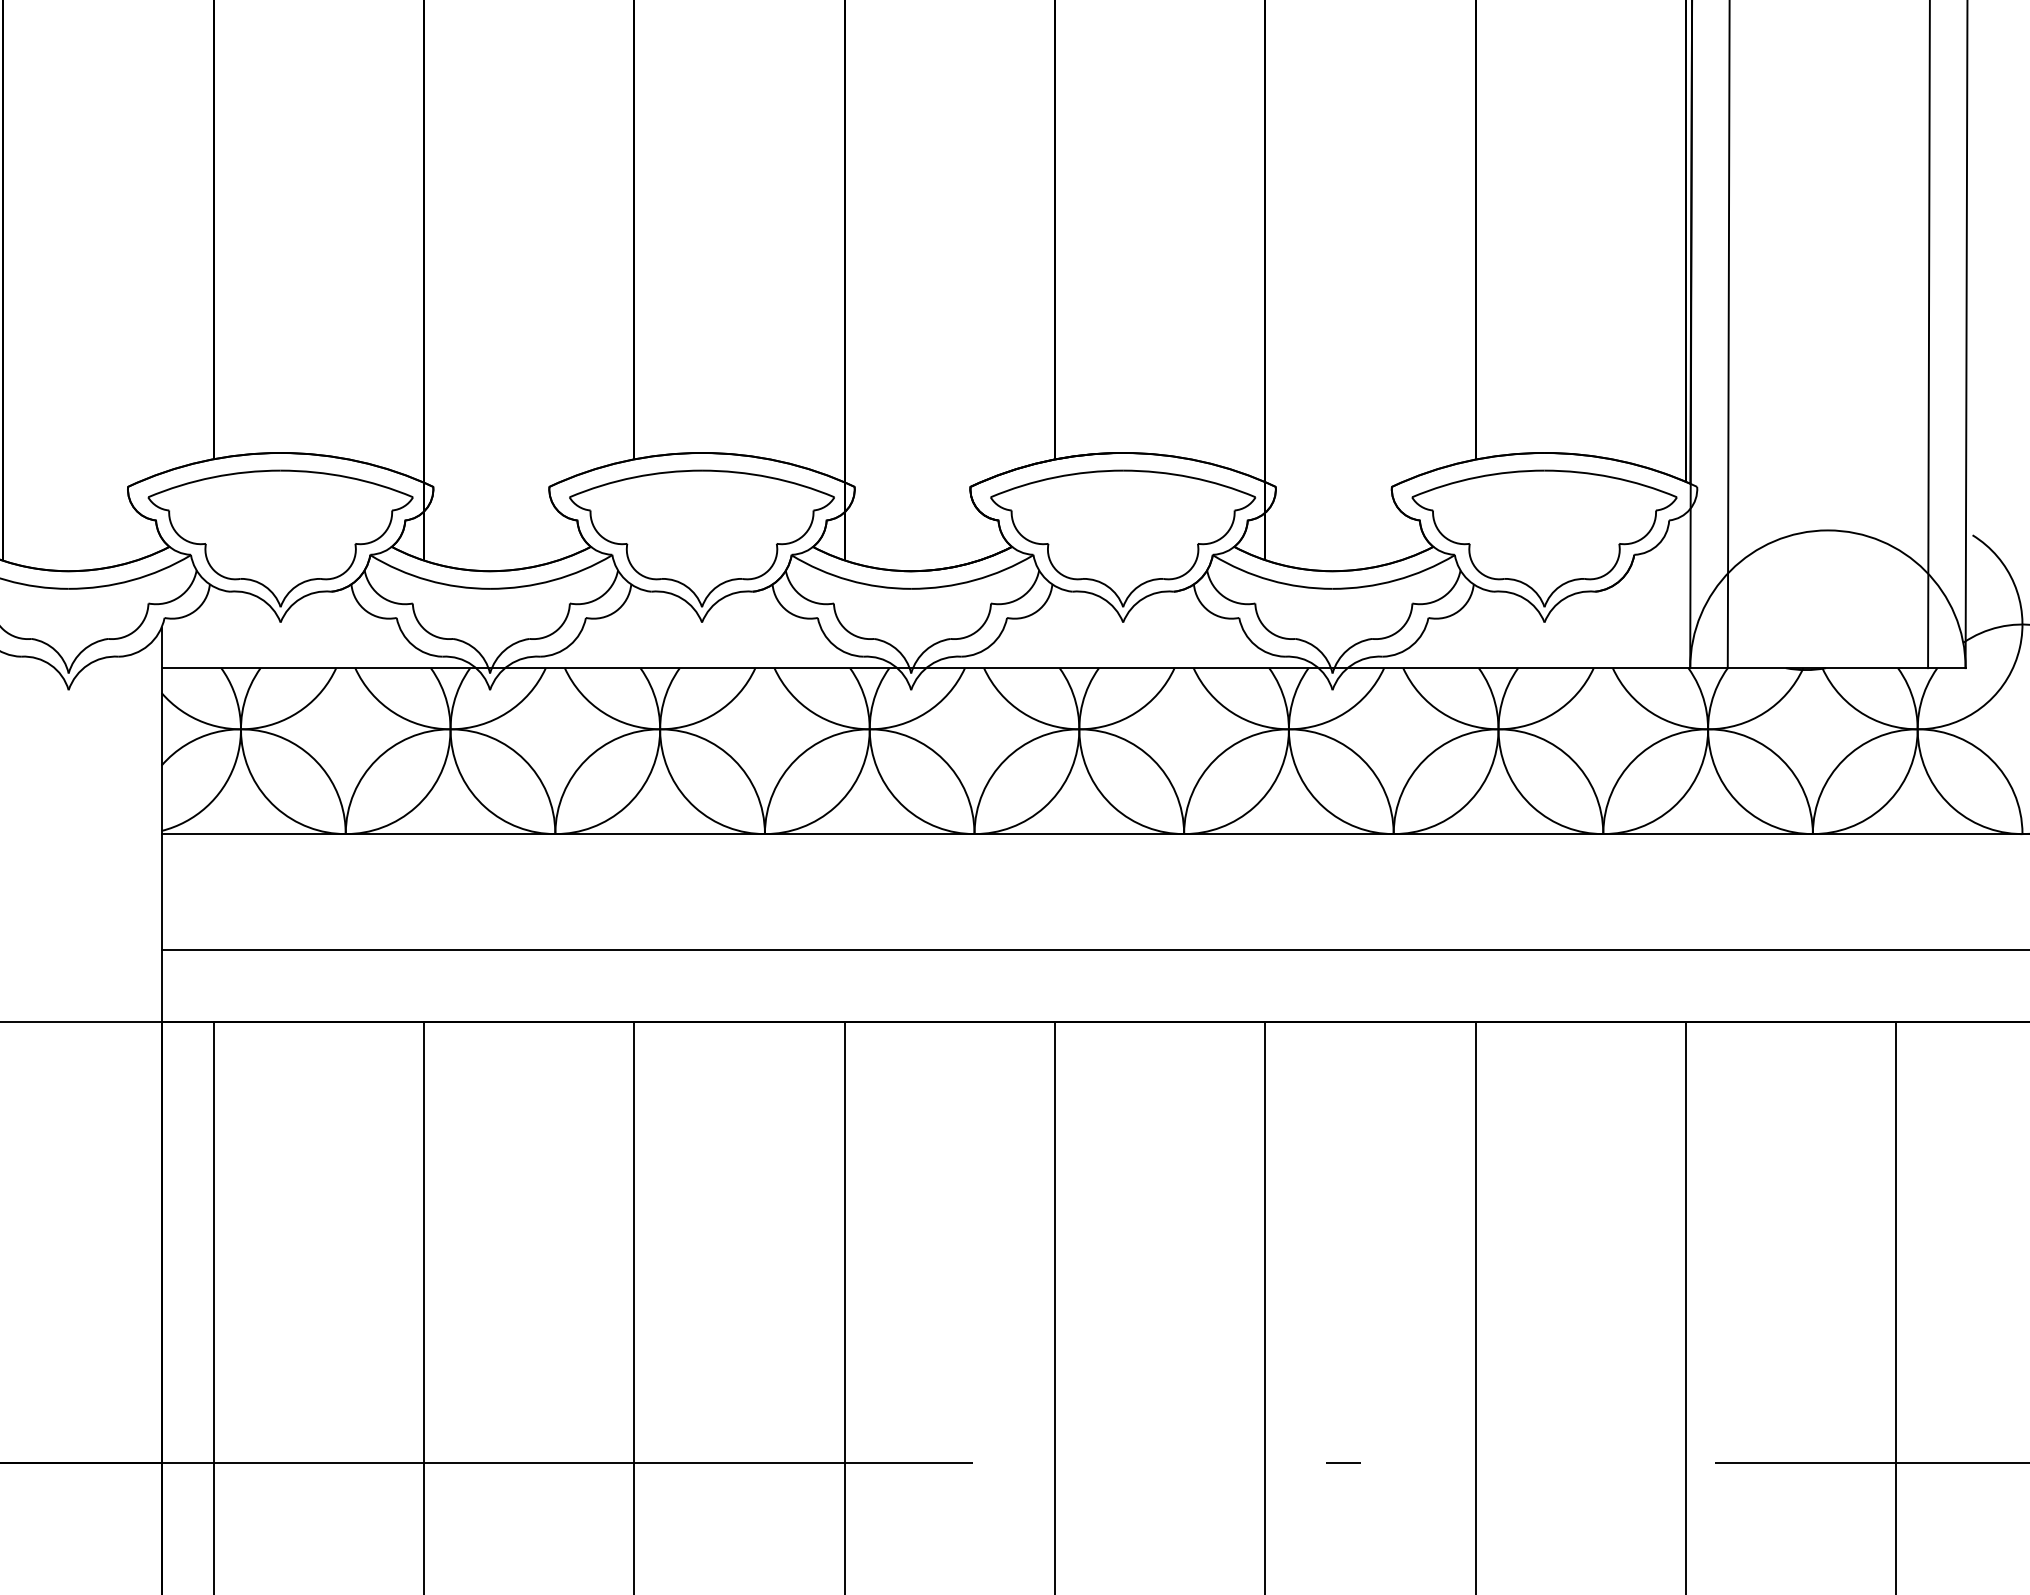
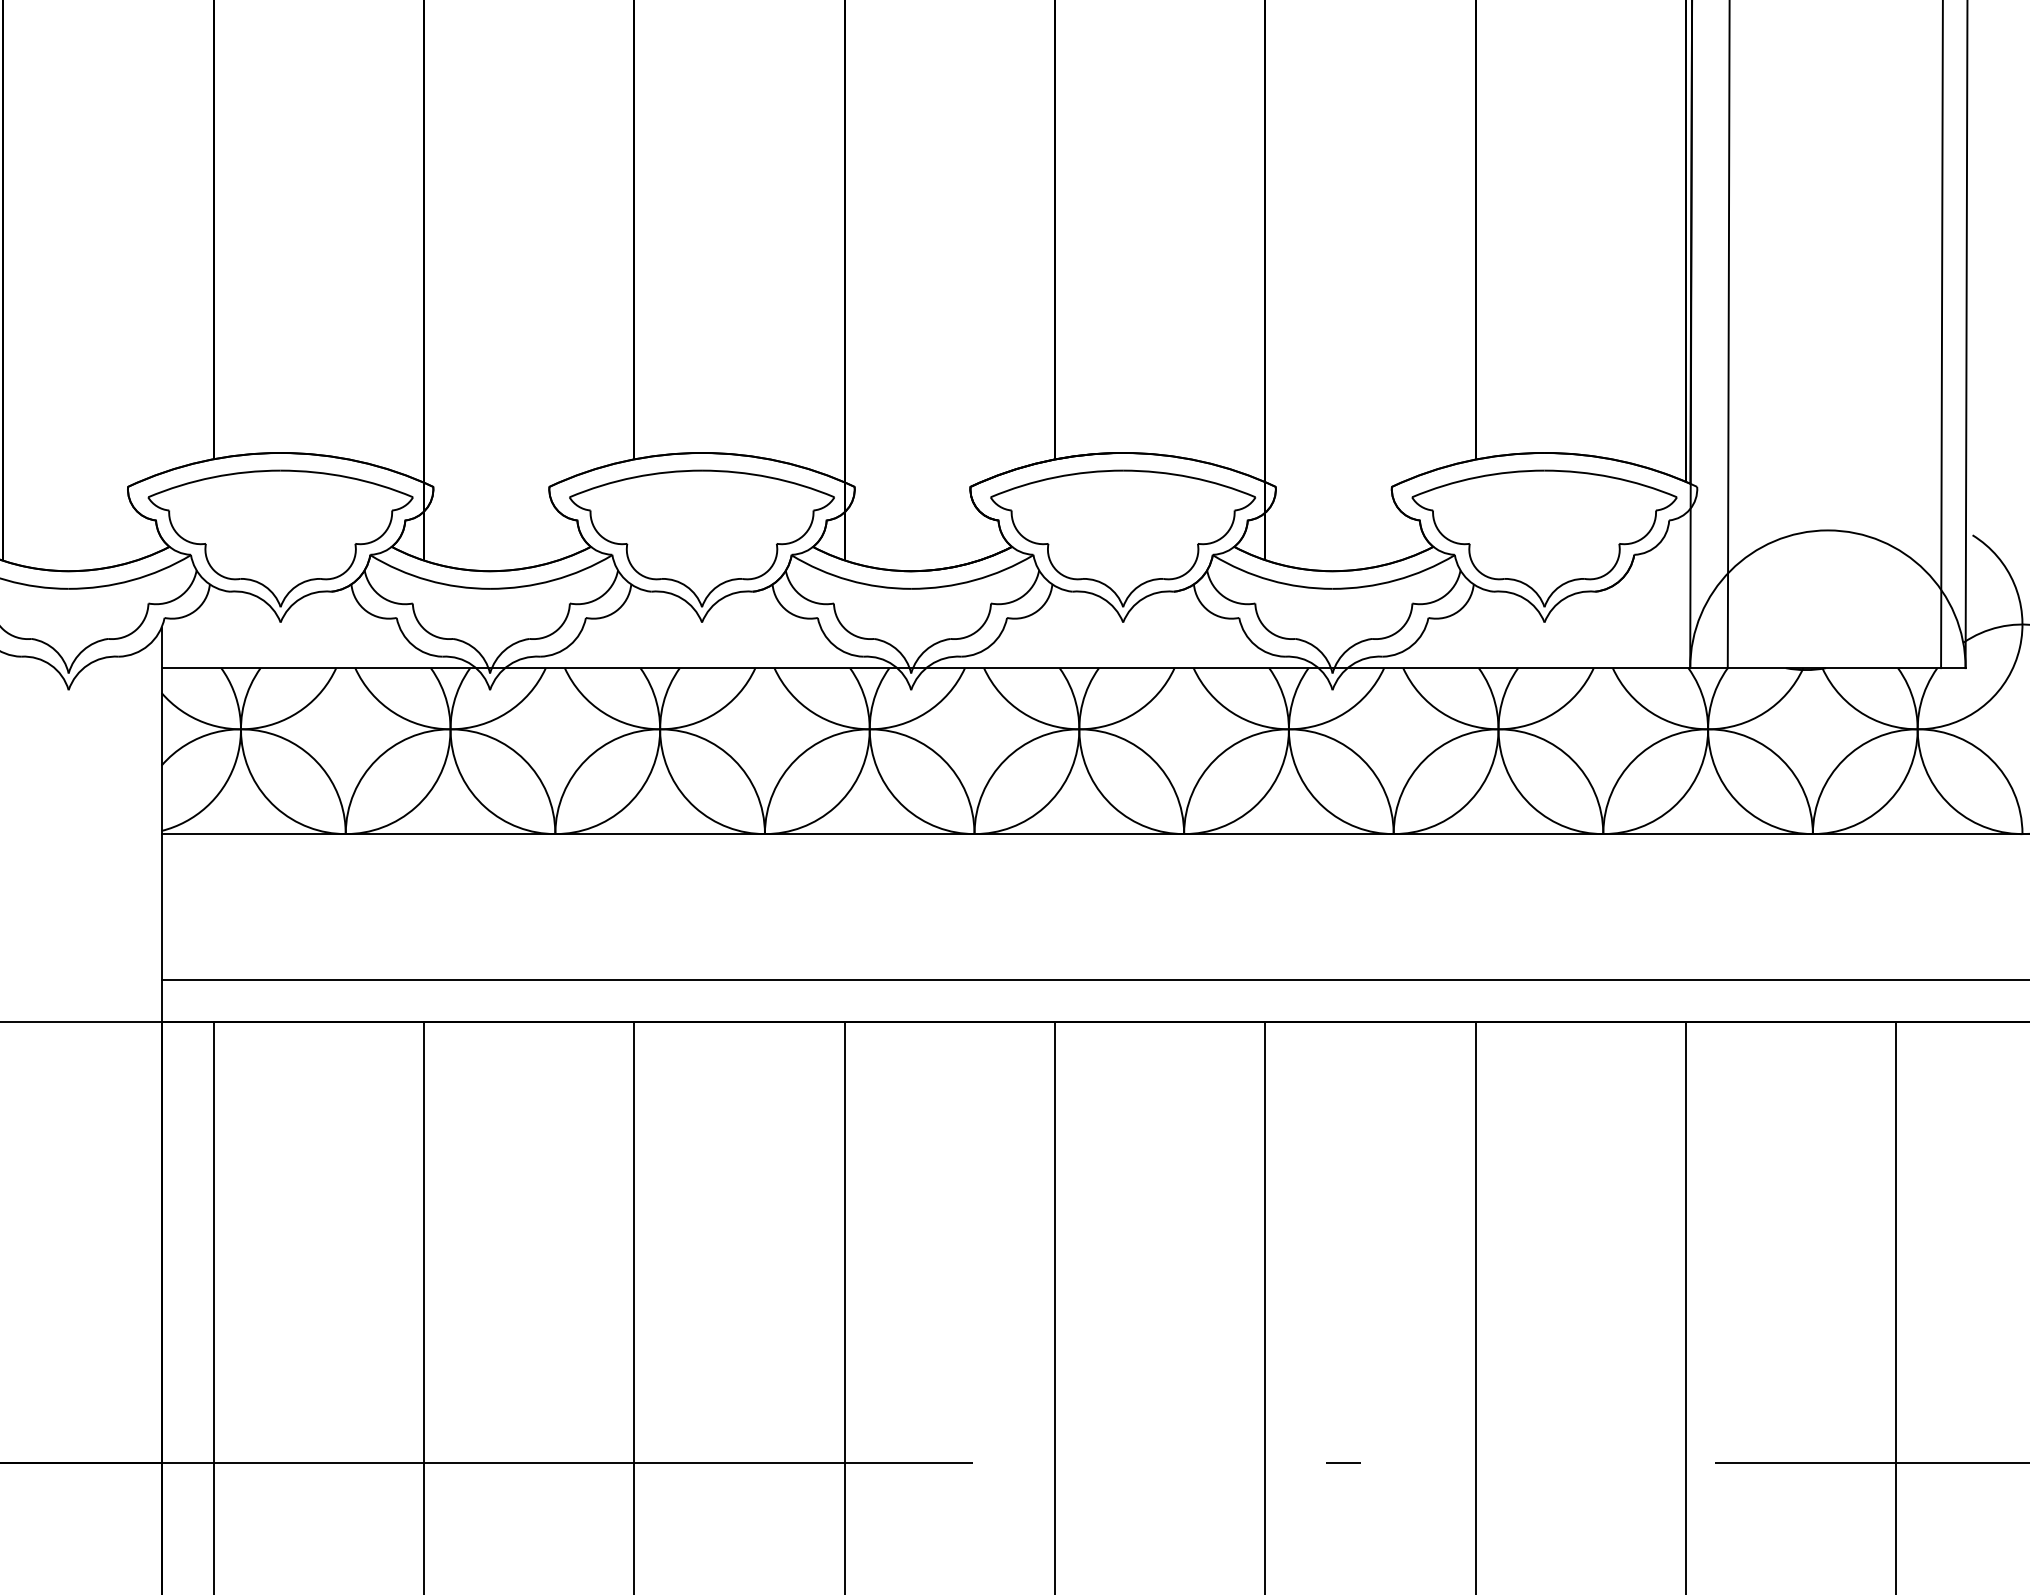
line at (1928, 335) position: (1928, 335) -> (1941, 335)
line at (1093, 949) position: (1093, 949) -> (1093, 979)
